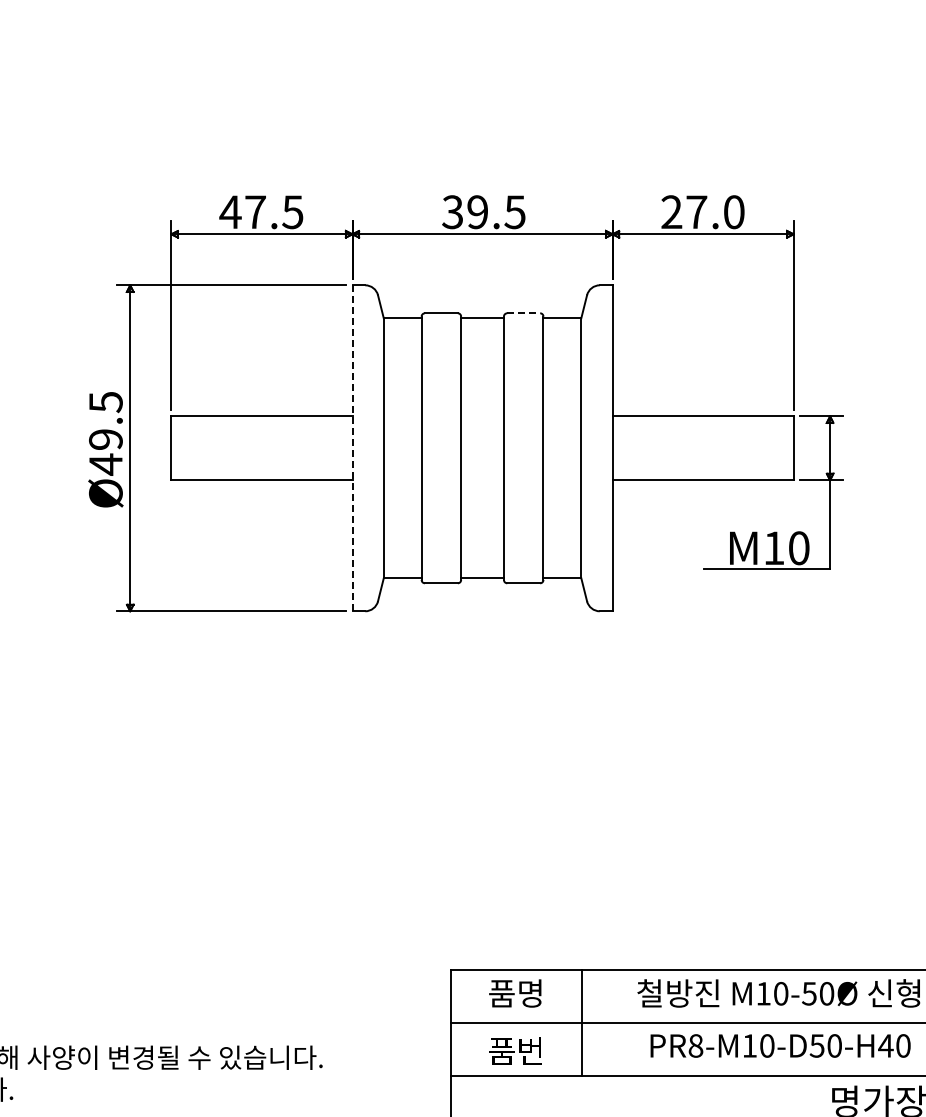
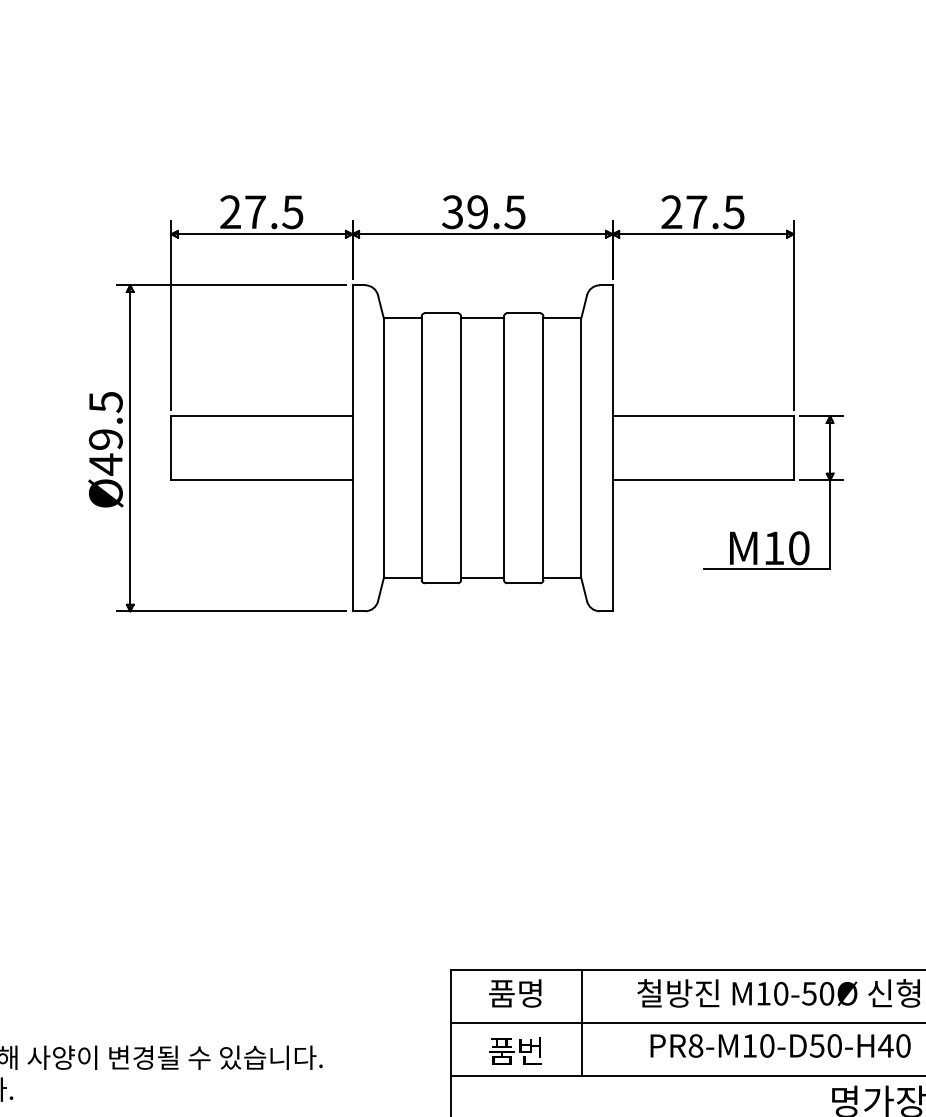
text at (230, 211): 47.5 -> 27.5
text at (733, 212): 27.0 -> 27.5
line at (524, 313): dashed -> solid
line at (352, 448): dashed -> solid
